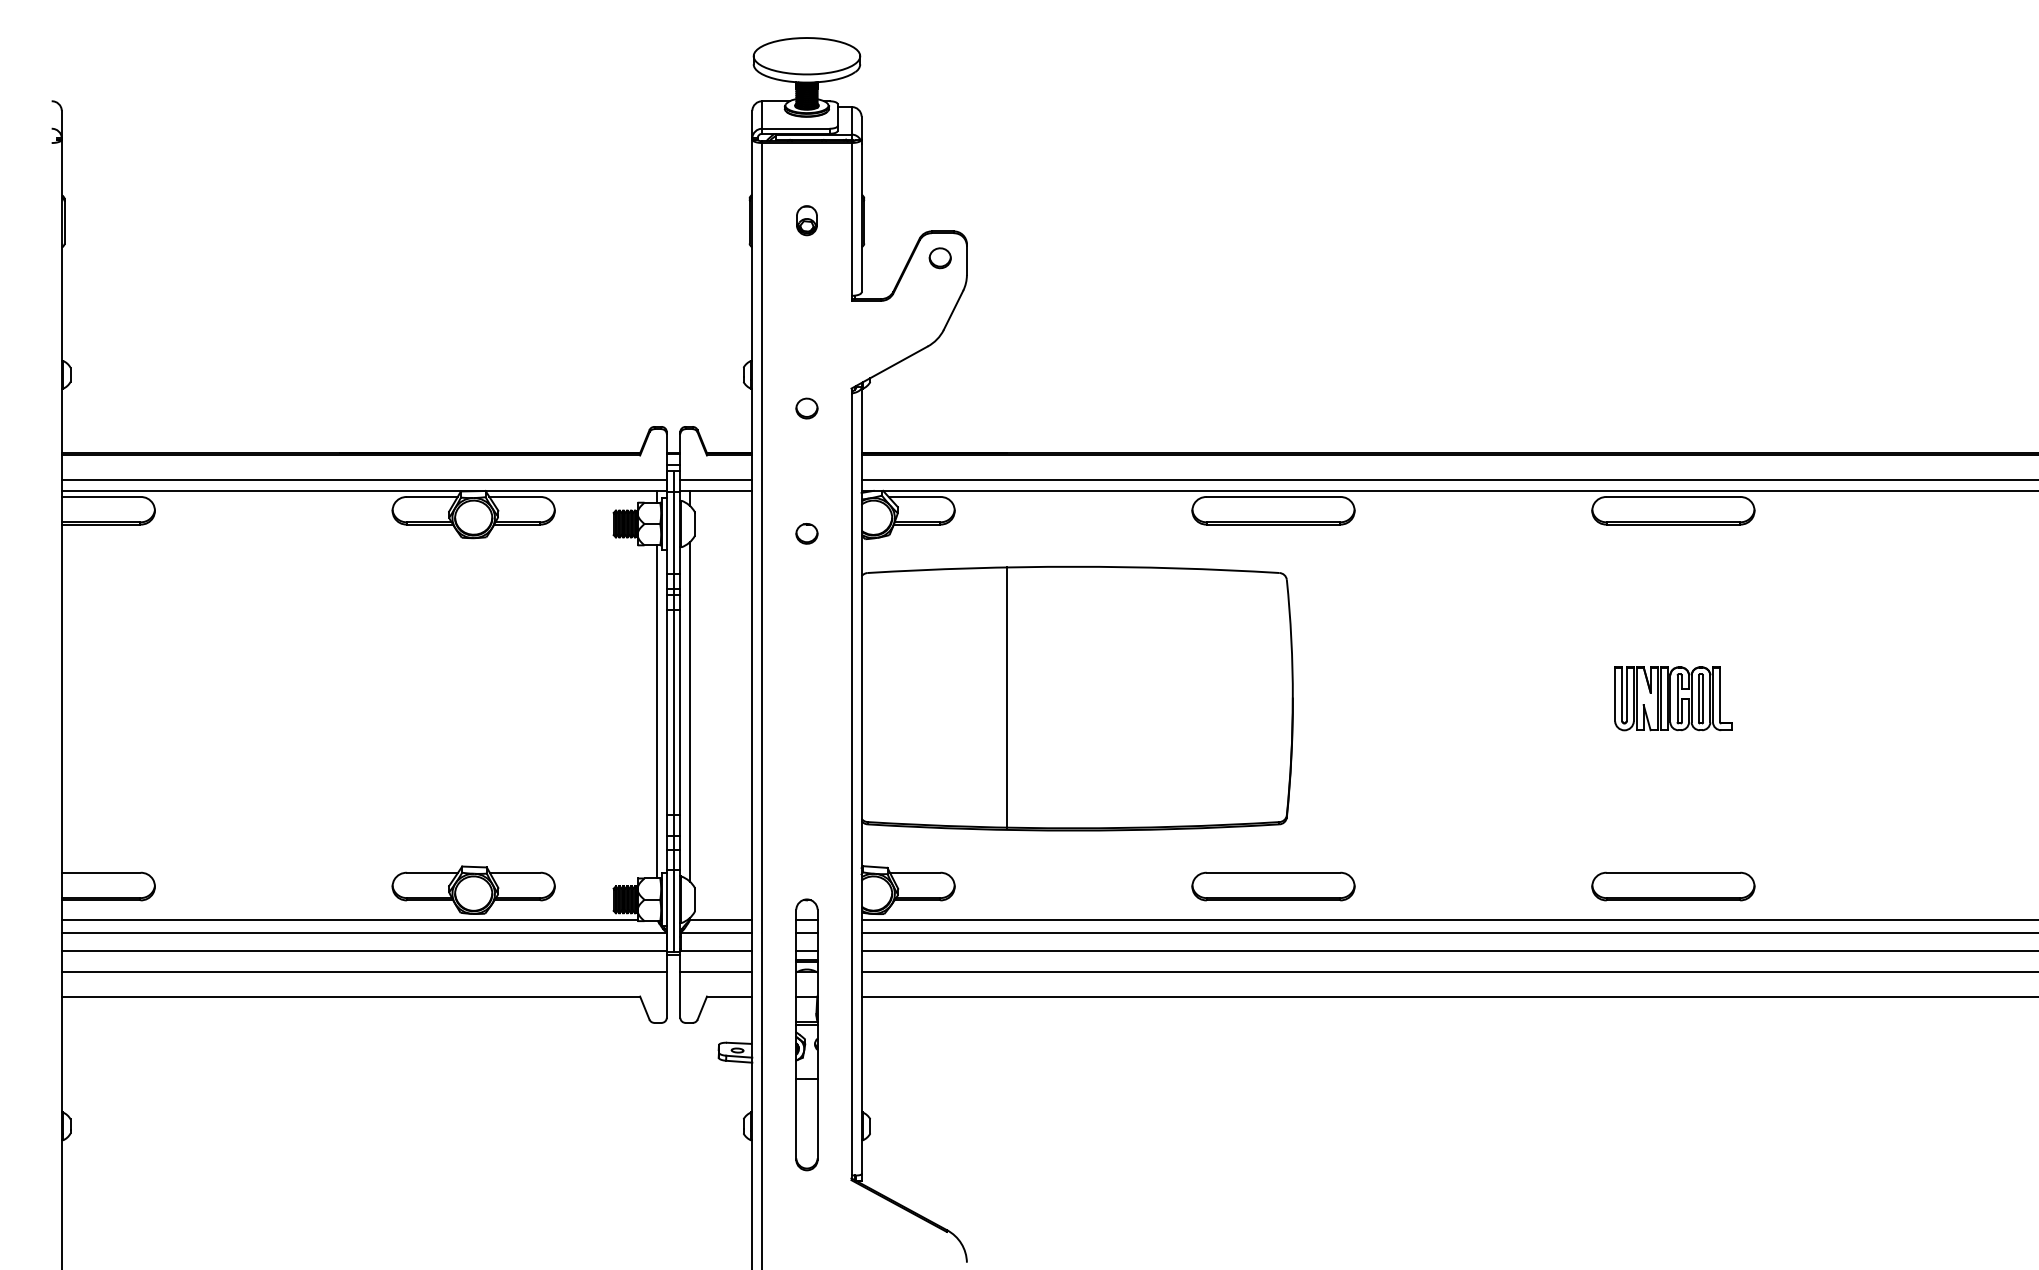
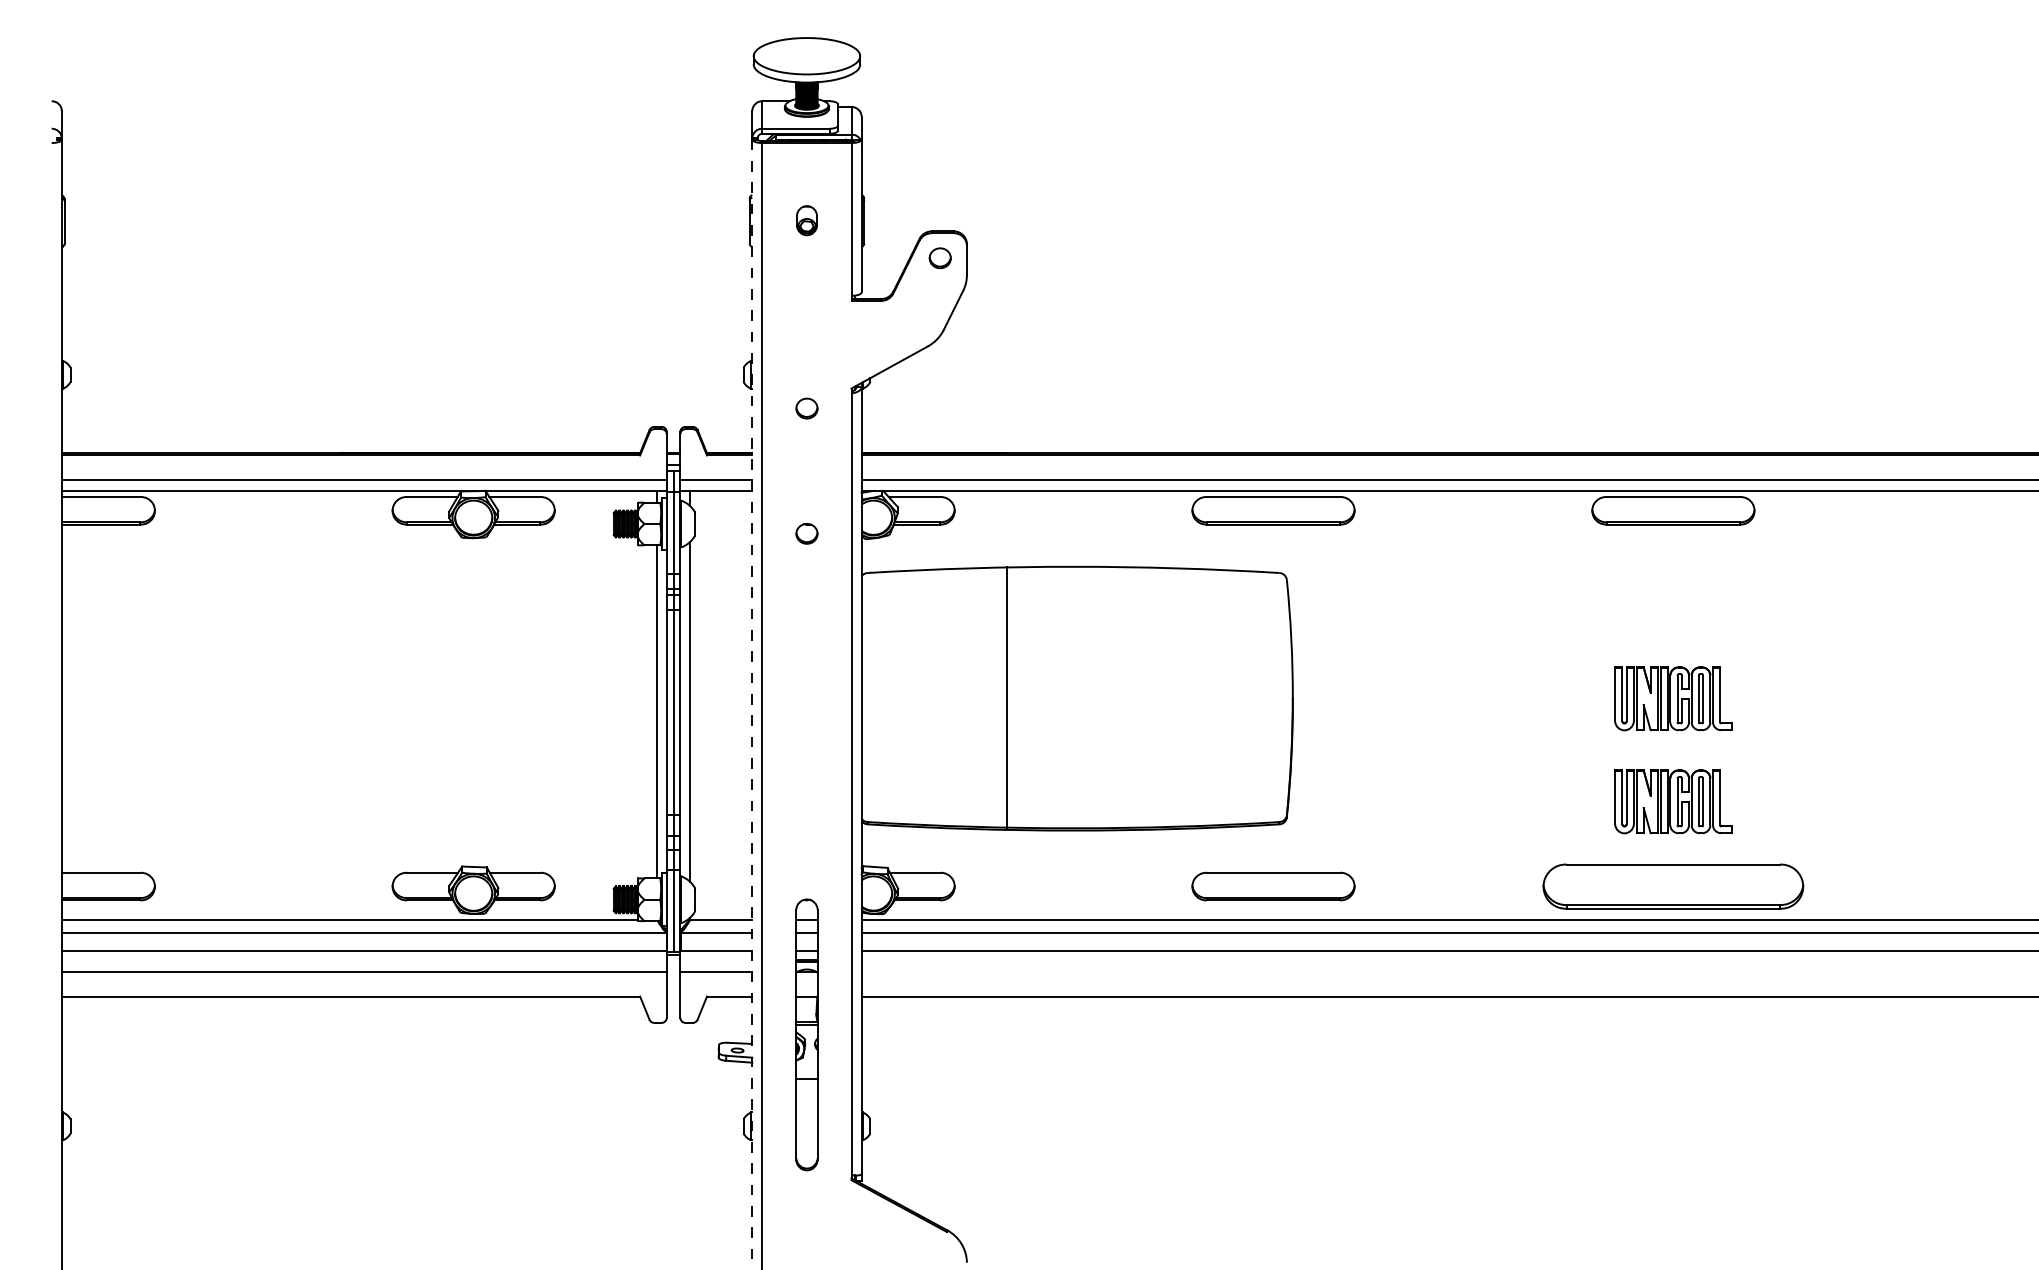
line at (752, 704): solid -> dashed
part at (1673, 801): none -> present
part at (1673, 886) size: 165x31 px -> 263x47 px
line at (1448, 972): present -> none
